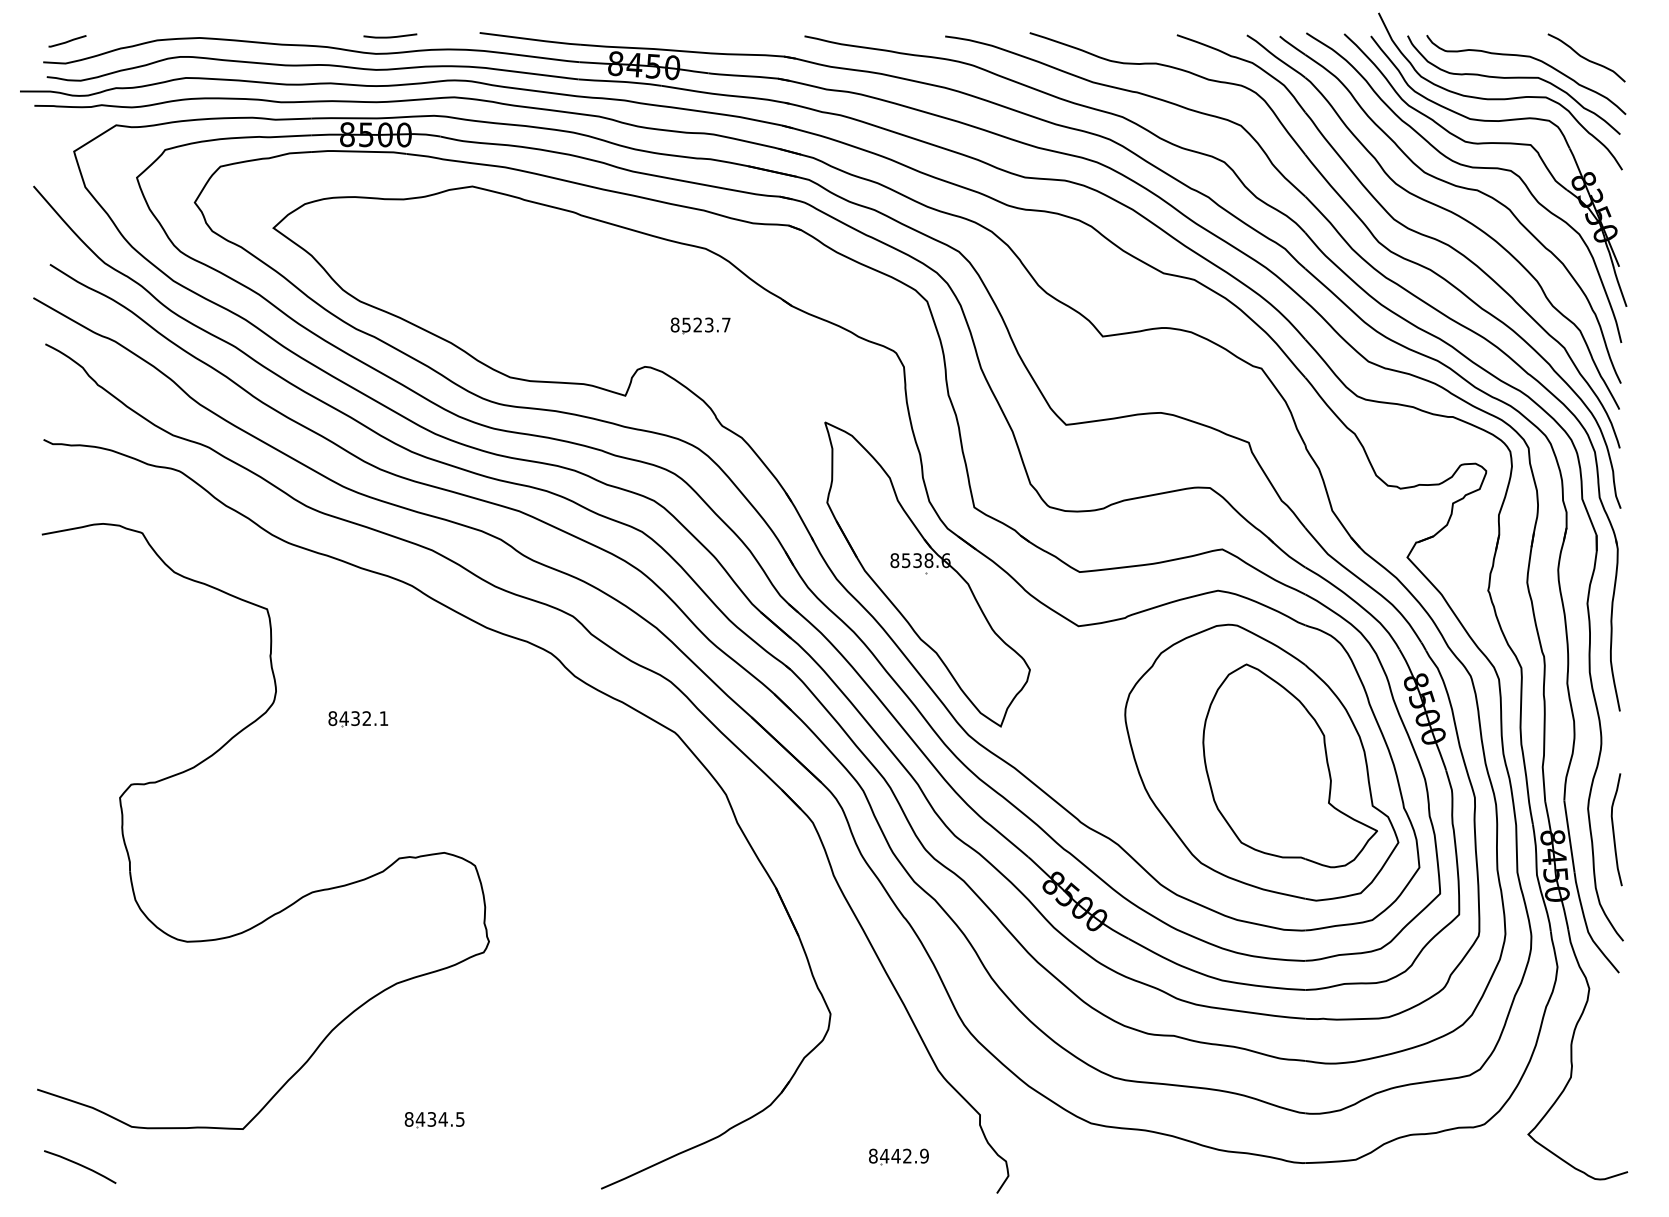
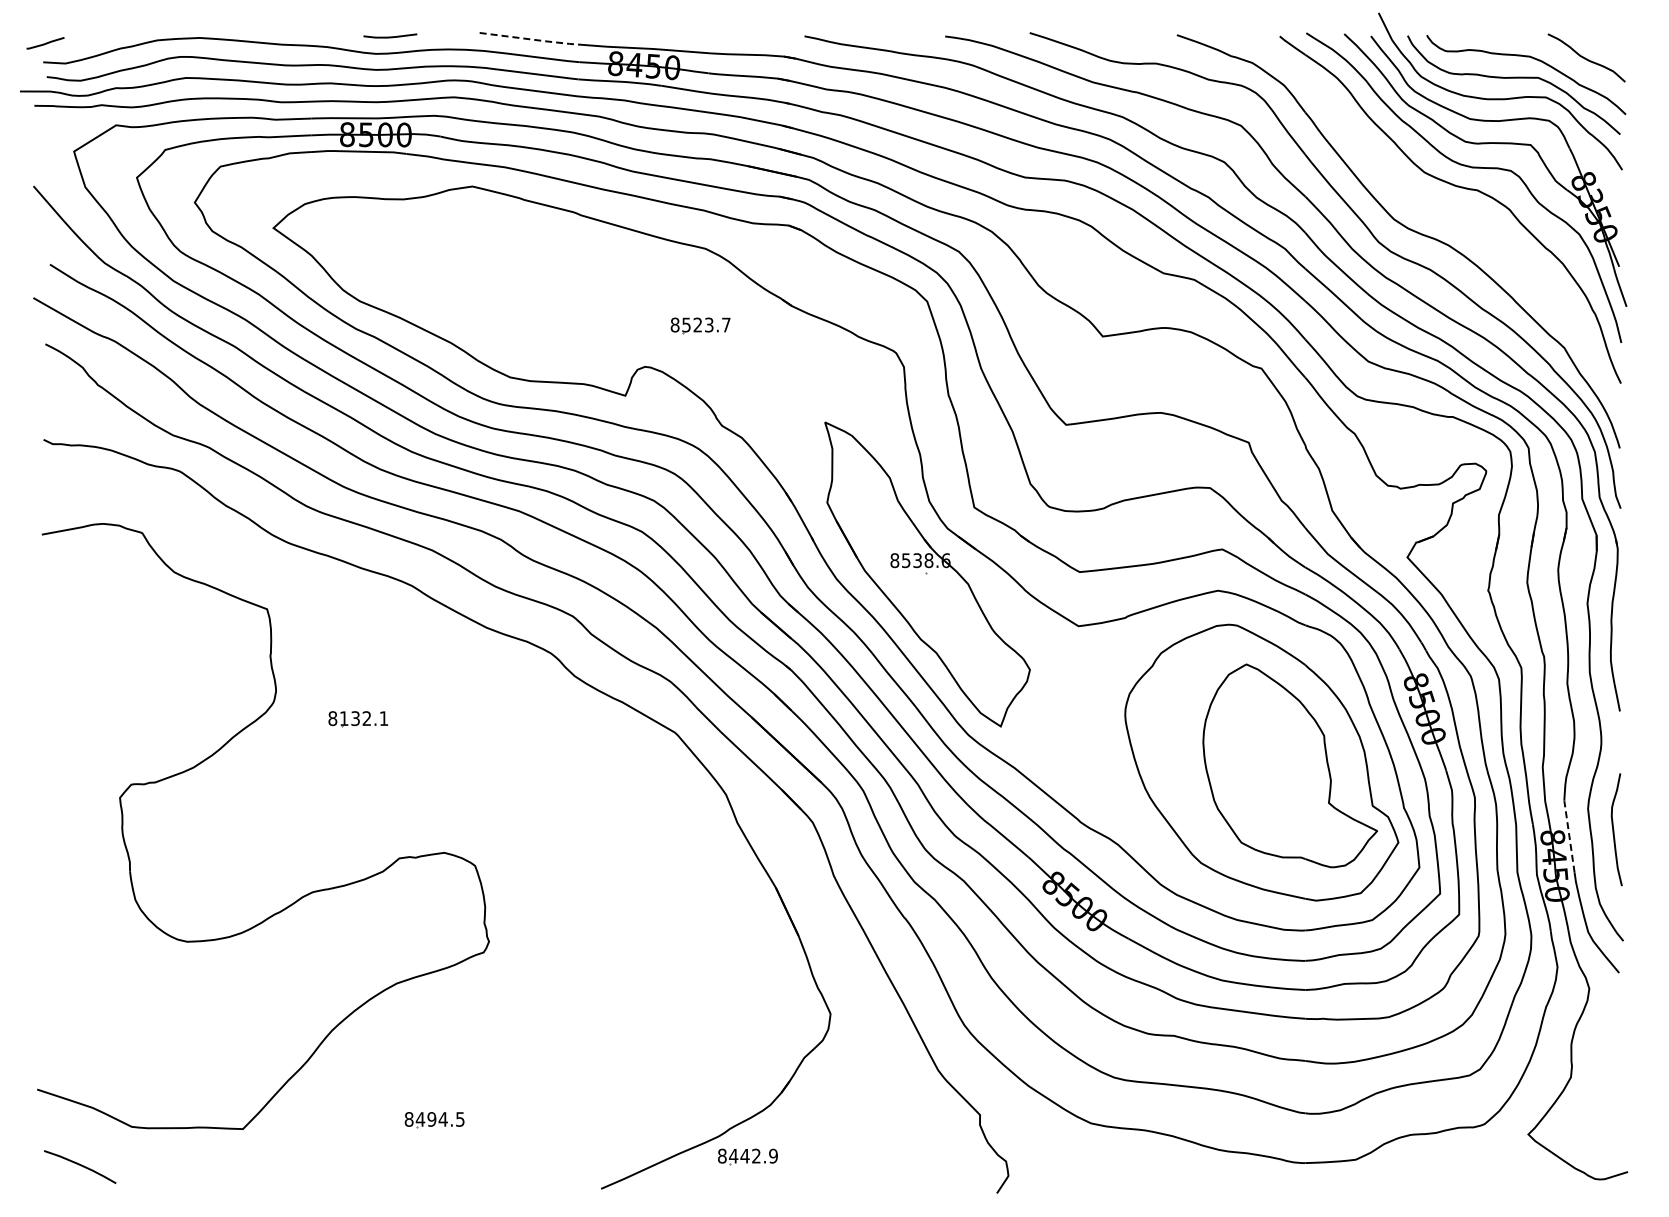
line at (532, 39): solid -> dashed
line at (67, 41) position: (67, 41) -> (45, 43)
part at (1438, 207): present -> none
text at (343, 718): 8432.1 -> 8132.1
line at (1569, 836): solid -> dashed
text at (431, 1119): 8434.5 -> 8494.5
part at (898, 1156) position: (898, 1156) -> (747, 1156)
